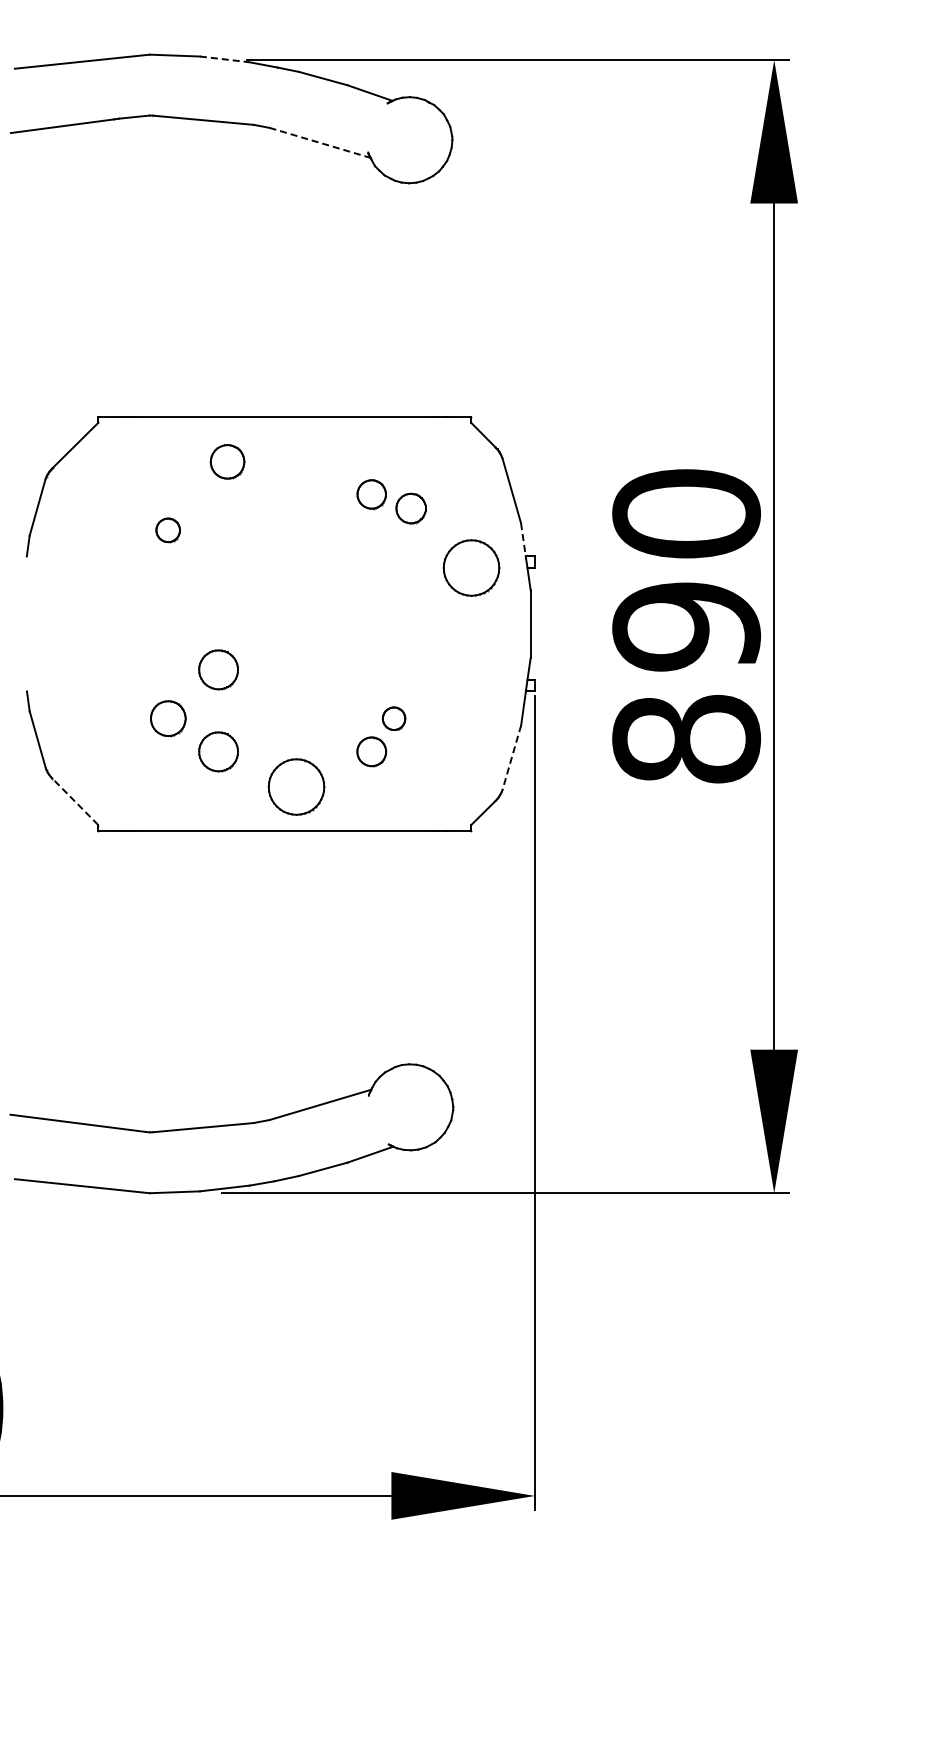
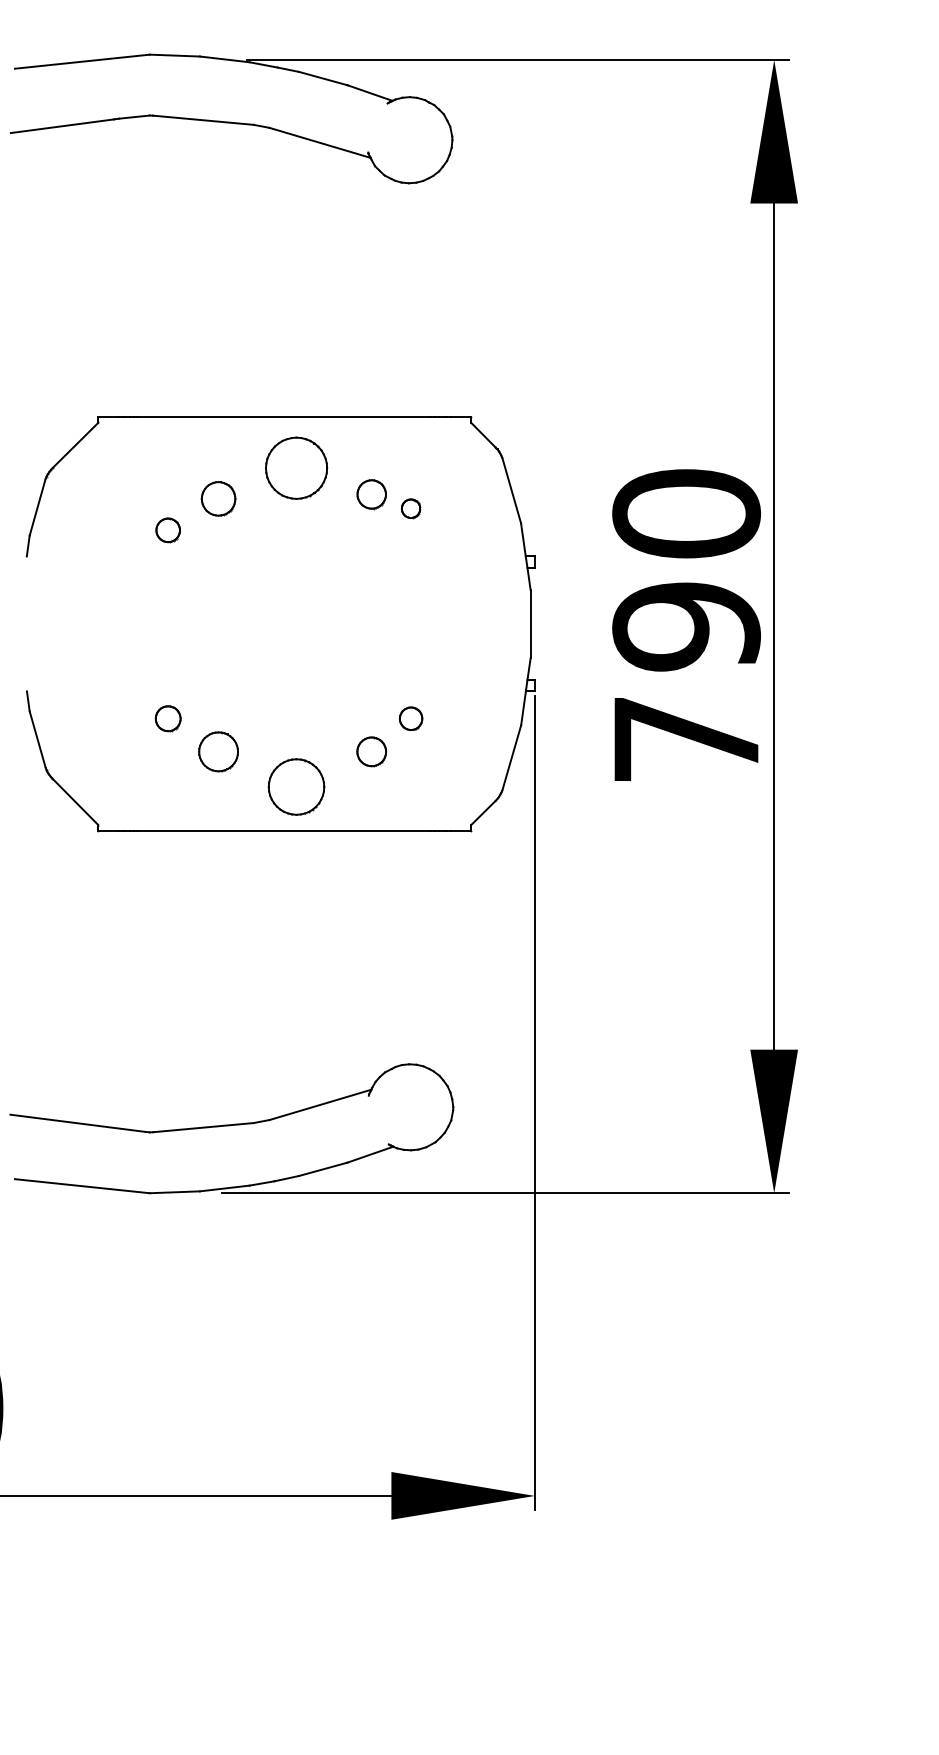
line at (224, 59): dashed -> solid
line at (320, 142): dashed -> solid
part at (227, 461) position: (227, 461) -> (218, 498)
part at (296, 467): none -> present
part at (410, 508) size: 32x33 px -> 22x22 px
line at (523, 539): dashed -> solid
part at (471, 567): present -> none
part at (218, 669): present -> none
part at (168, 718) size: 37x38 px -> 28x28 px
part at (393, 718) position: (393, 718) -> (410, 718)
text at (686, 739): 890 -> 790
line at (511, 757): dashed -> solid
line at (75, 801): dashed -> solid
